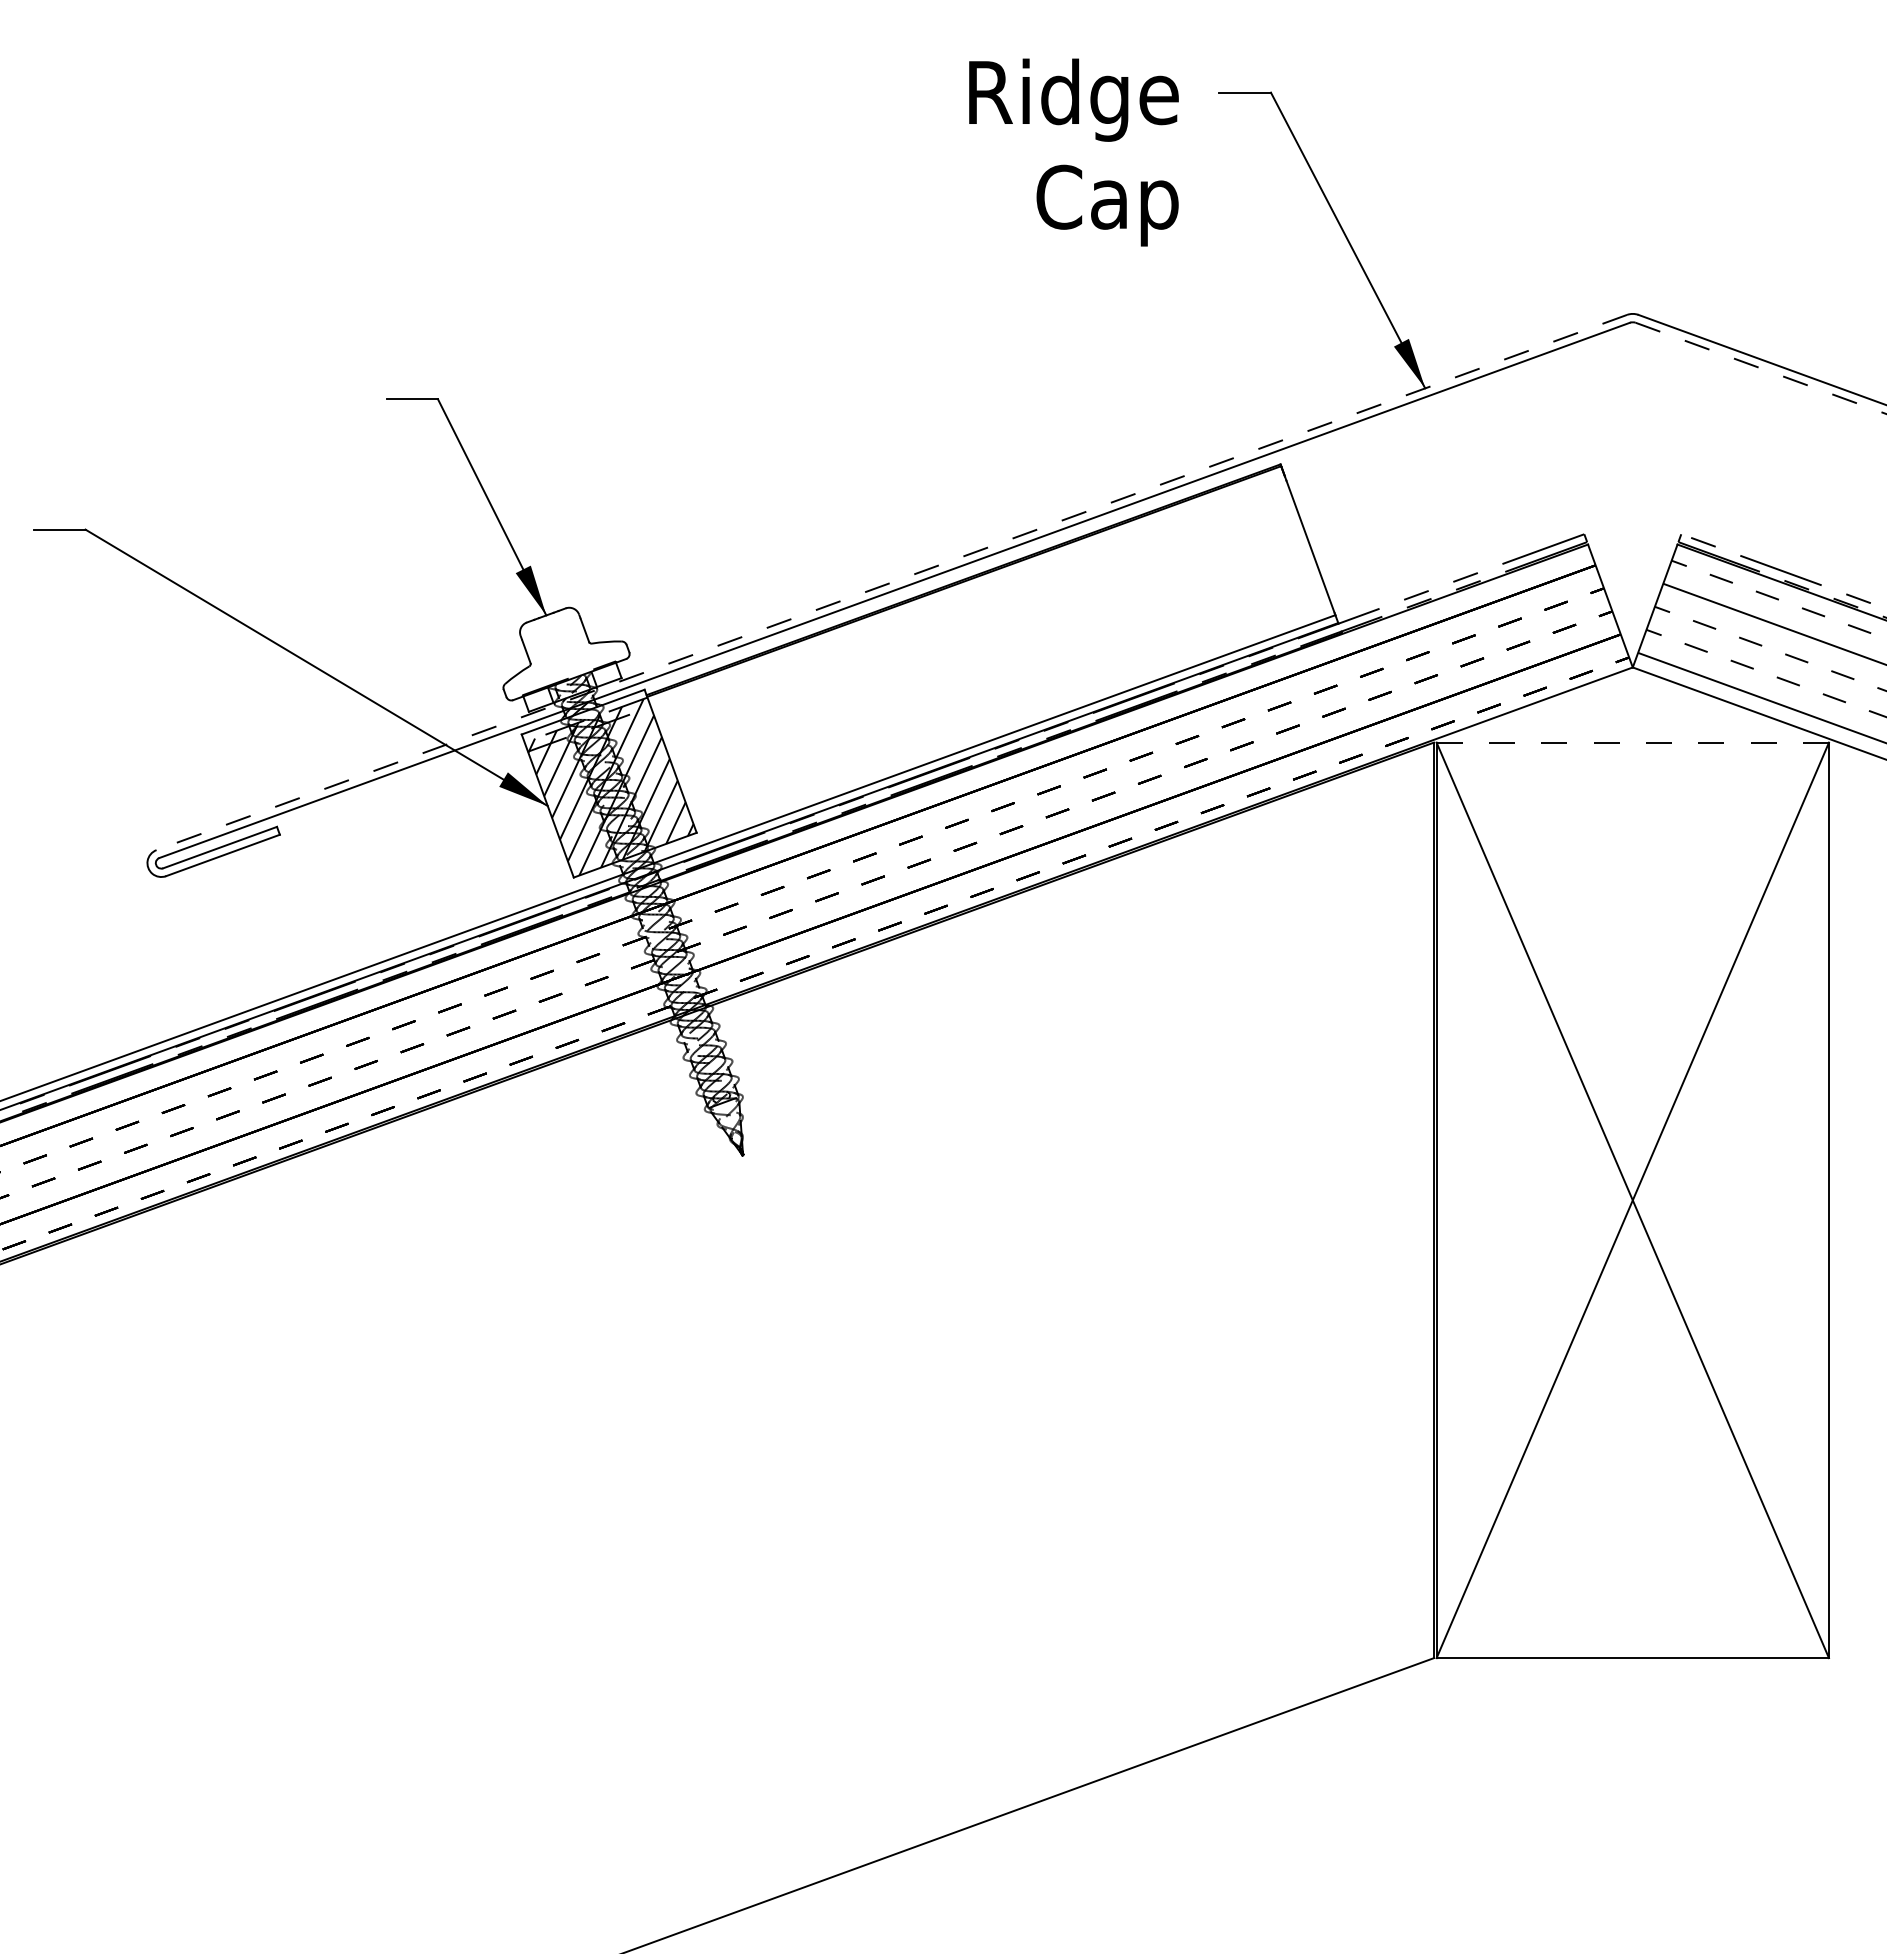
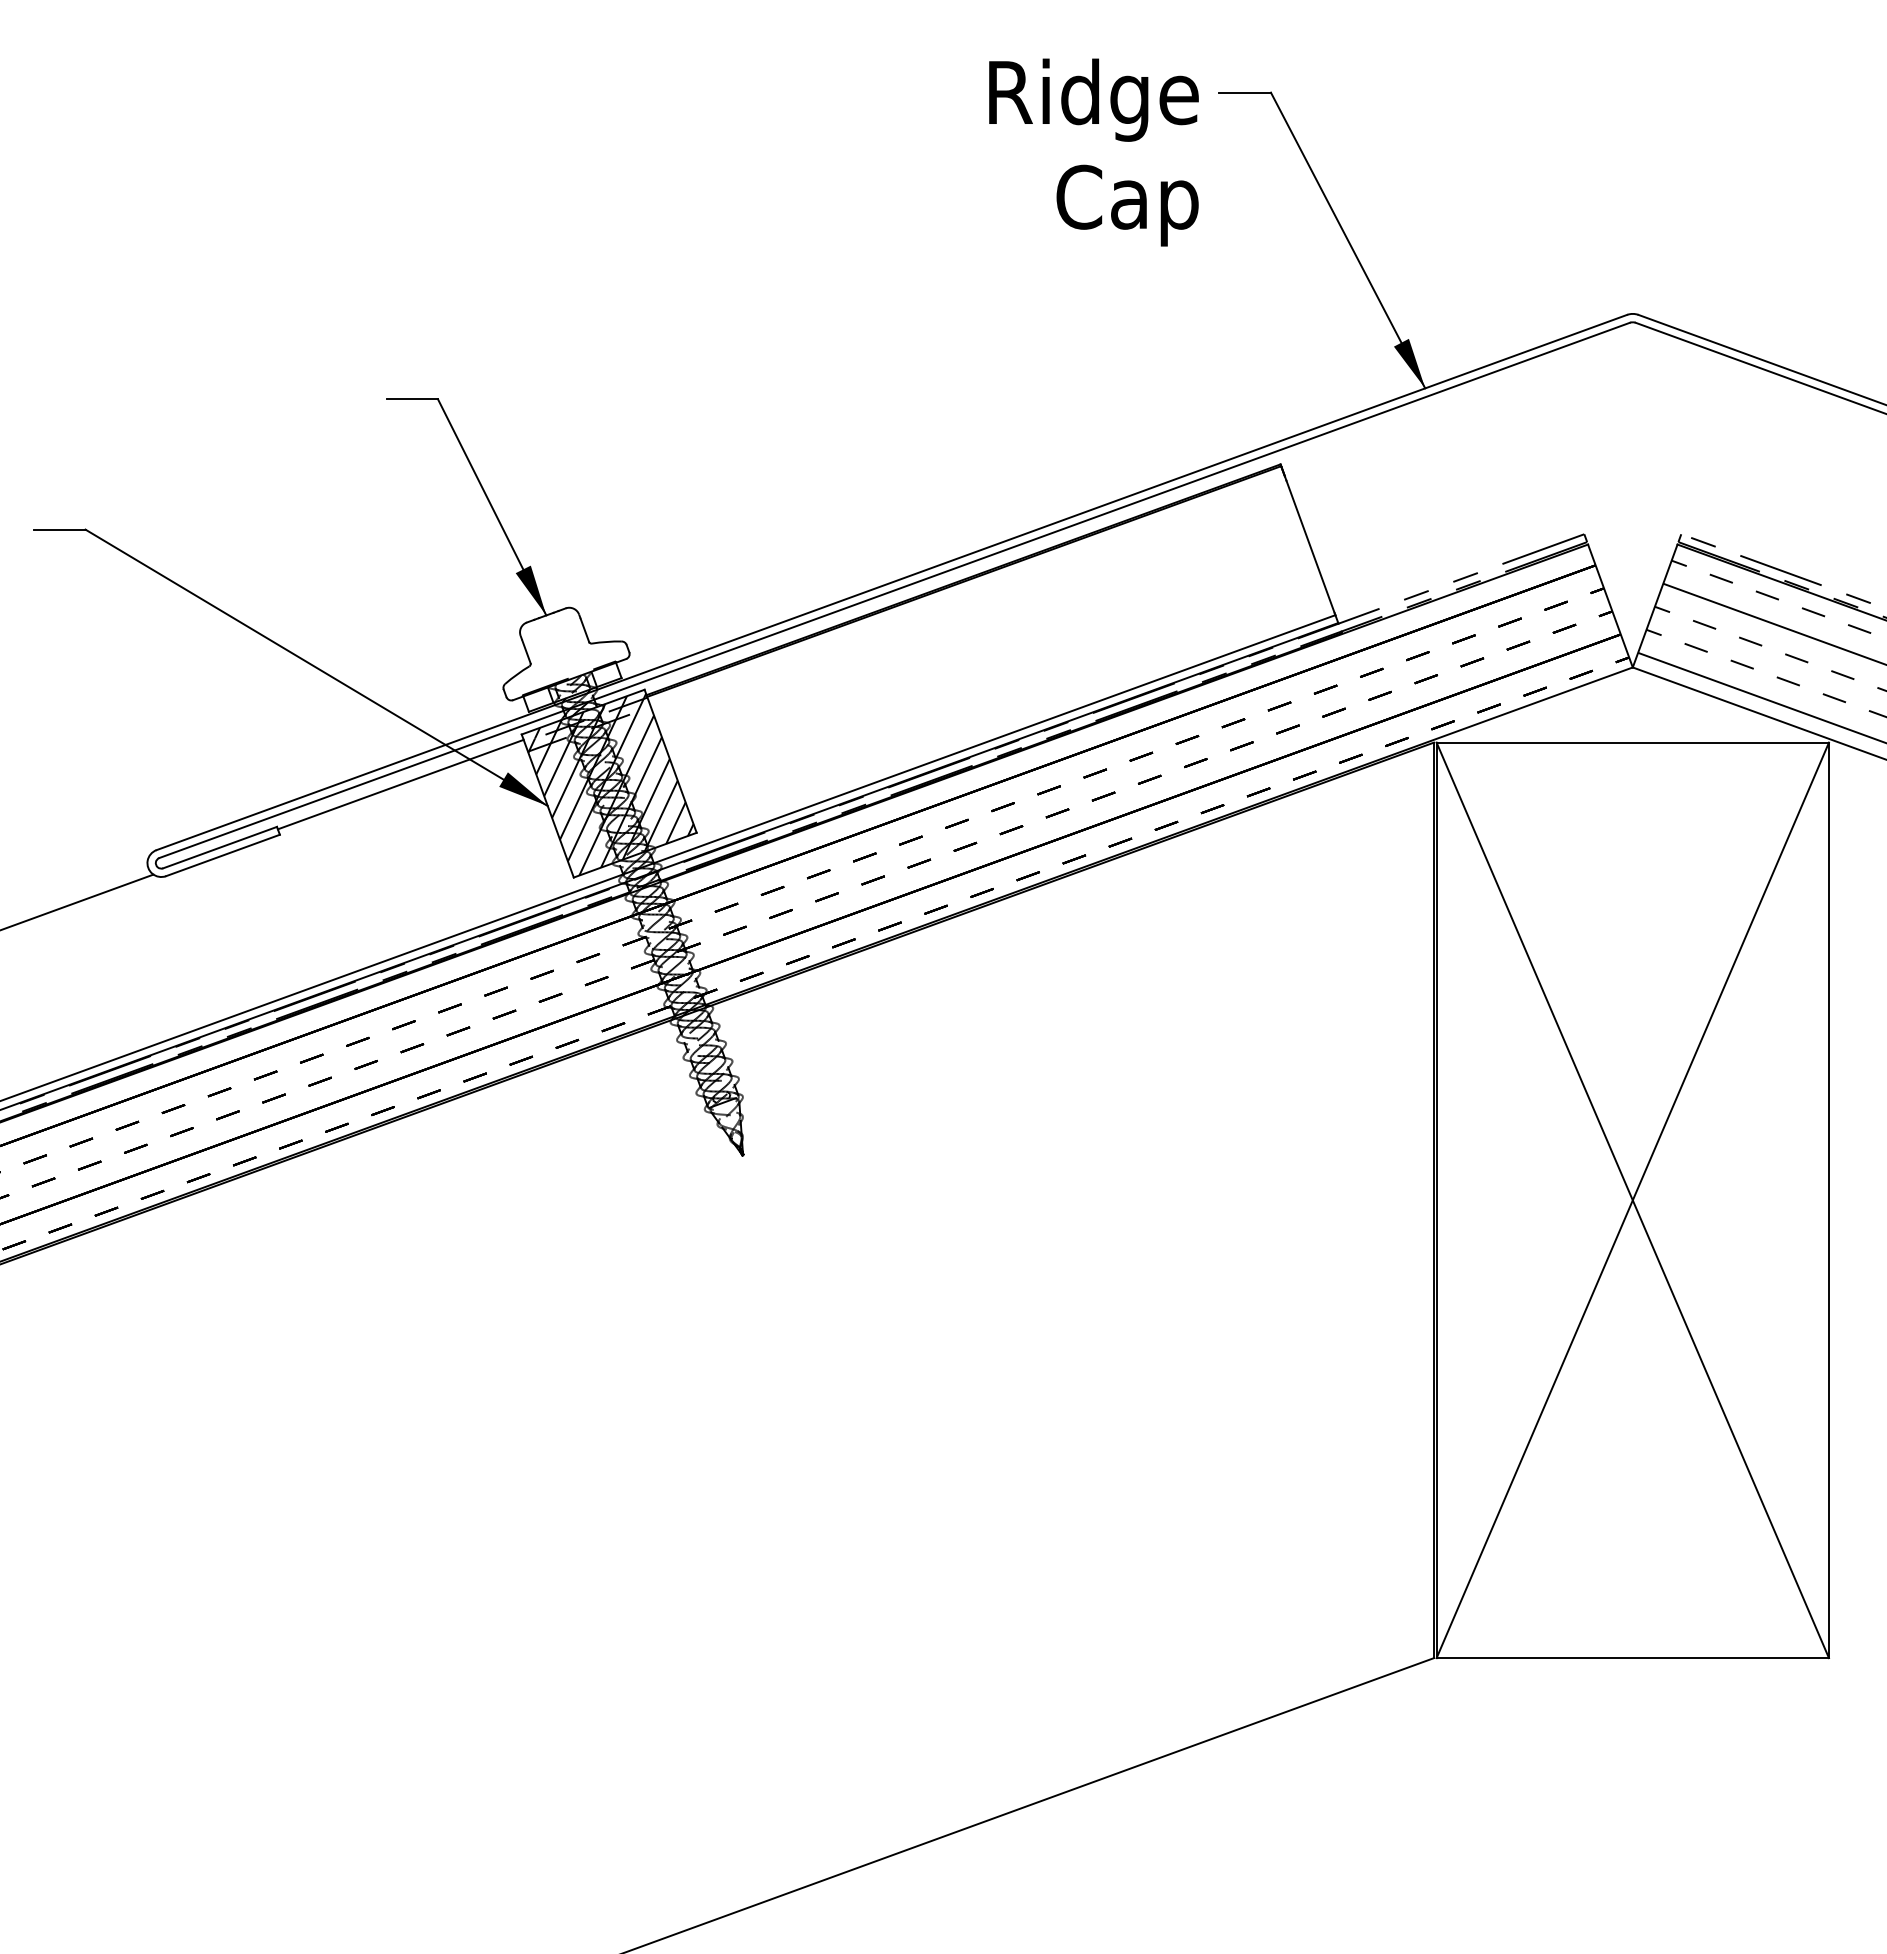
text at (1073, 152) position: (1073, 152) -> (1093, 152)
line at (1761, 368): dashed -> solid
line at (891, 582): dashed -> solid
hatch at (590, 715): none -> present
line at (1633, 742): dashed -> solid
line at (400, 784): none -> present
line at (77, 901): none -> present
